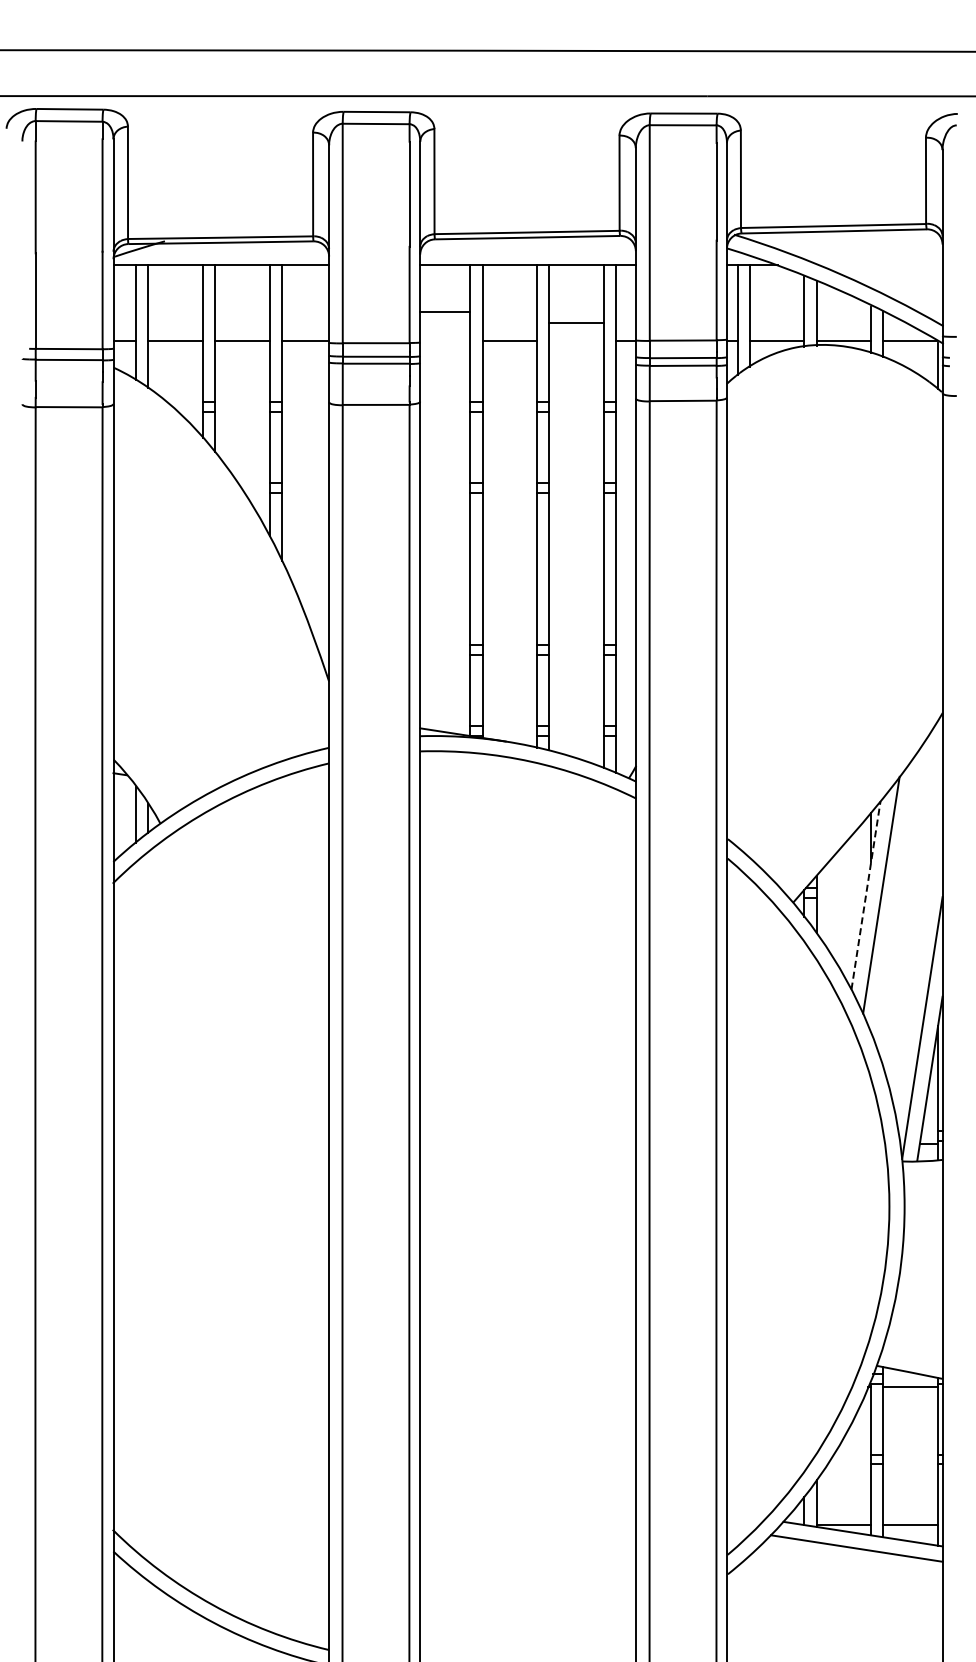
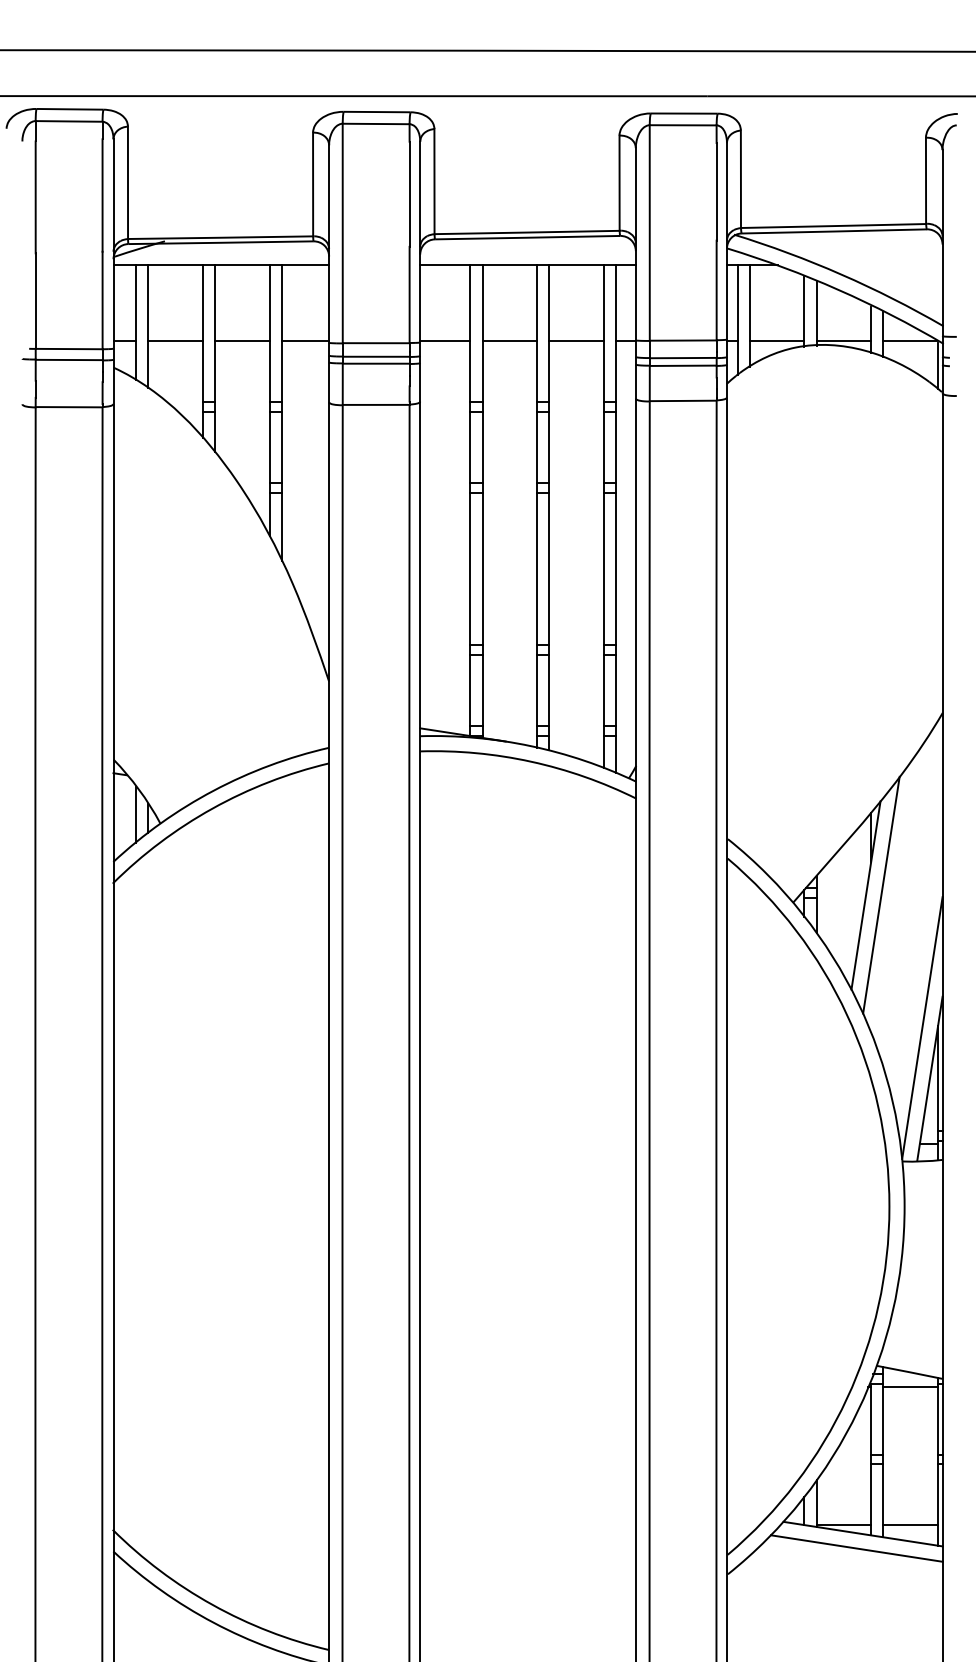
line at (445, 312) position: (445, 312) -> (445, 341)
line at (576, 323) position: (576, 323) -> (576, 341)
line at (866, 894): dashed -> solid
